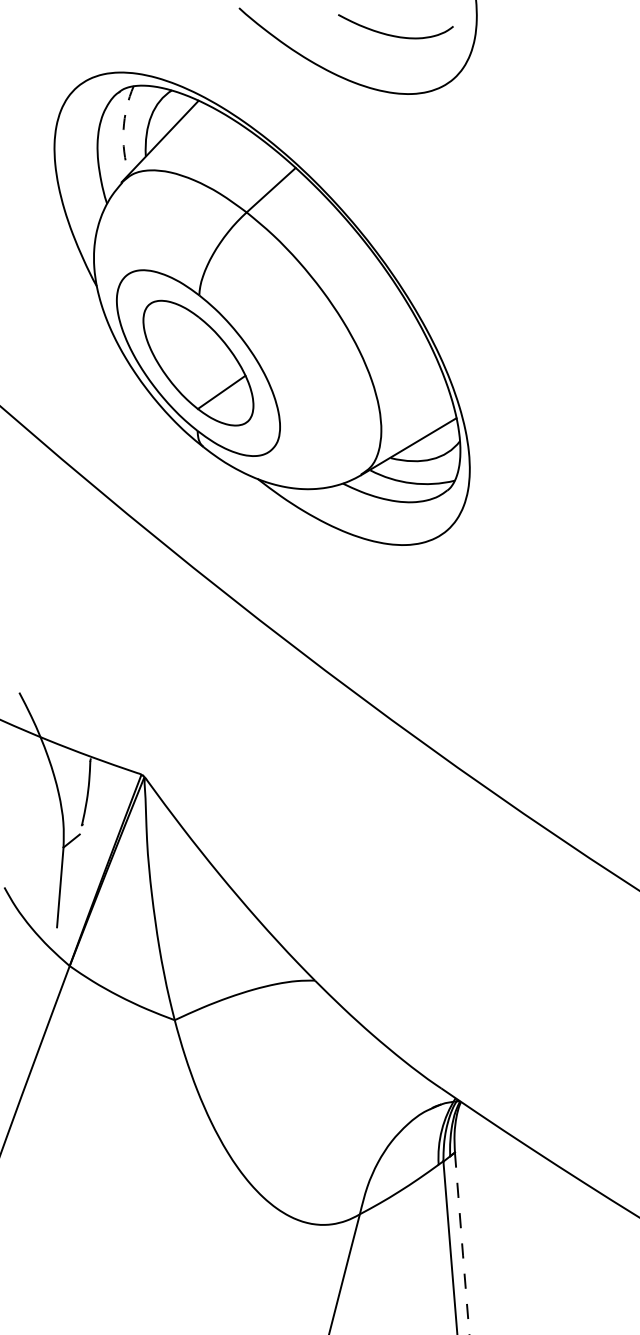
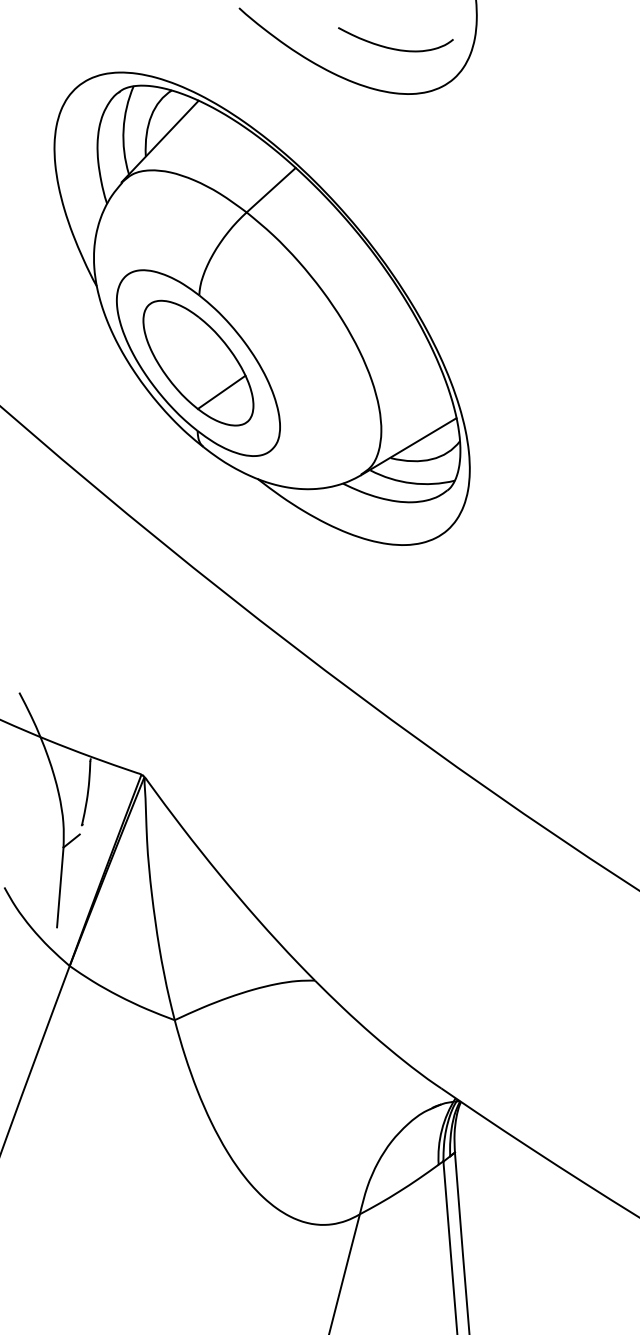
curve at (391, 34) position: (391, 34) -> (391, 47)
arc at (123, 129): dashed -> solid
arc at (462, 1243): dashed -> solid
